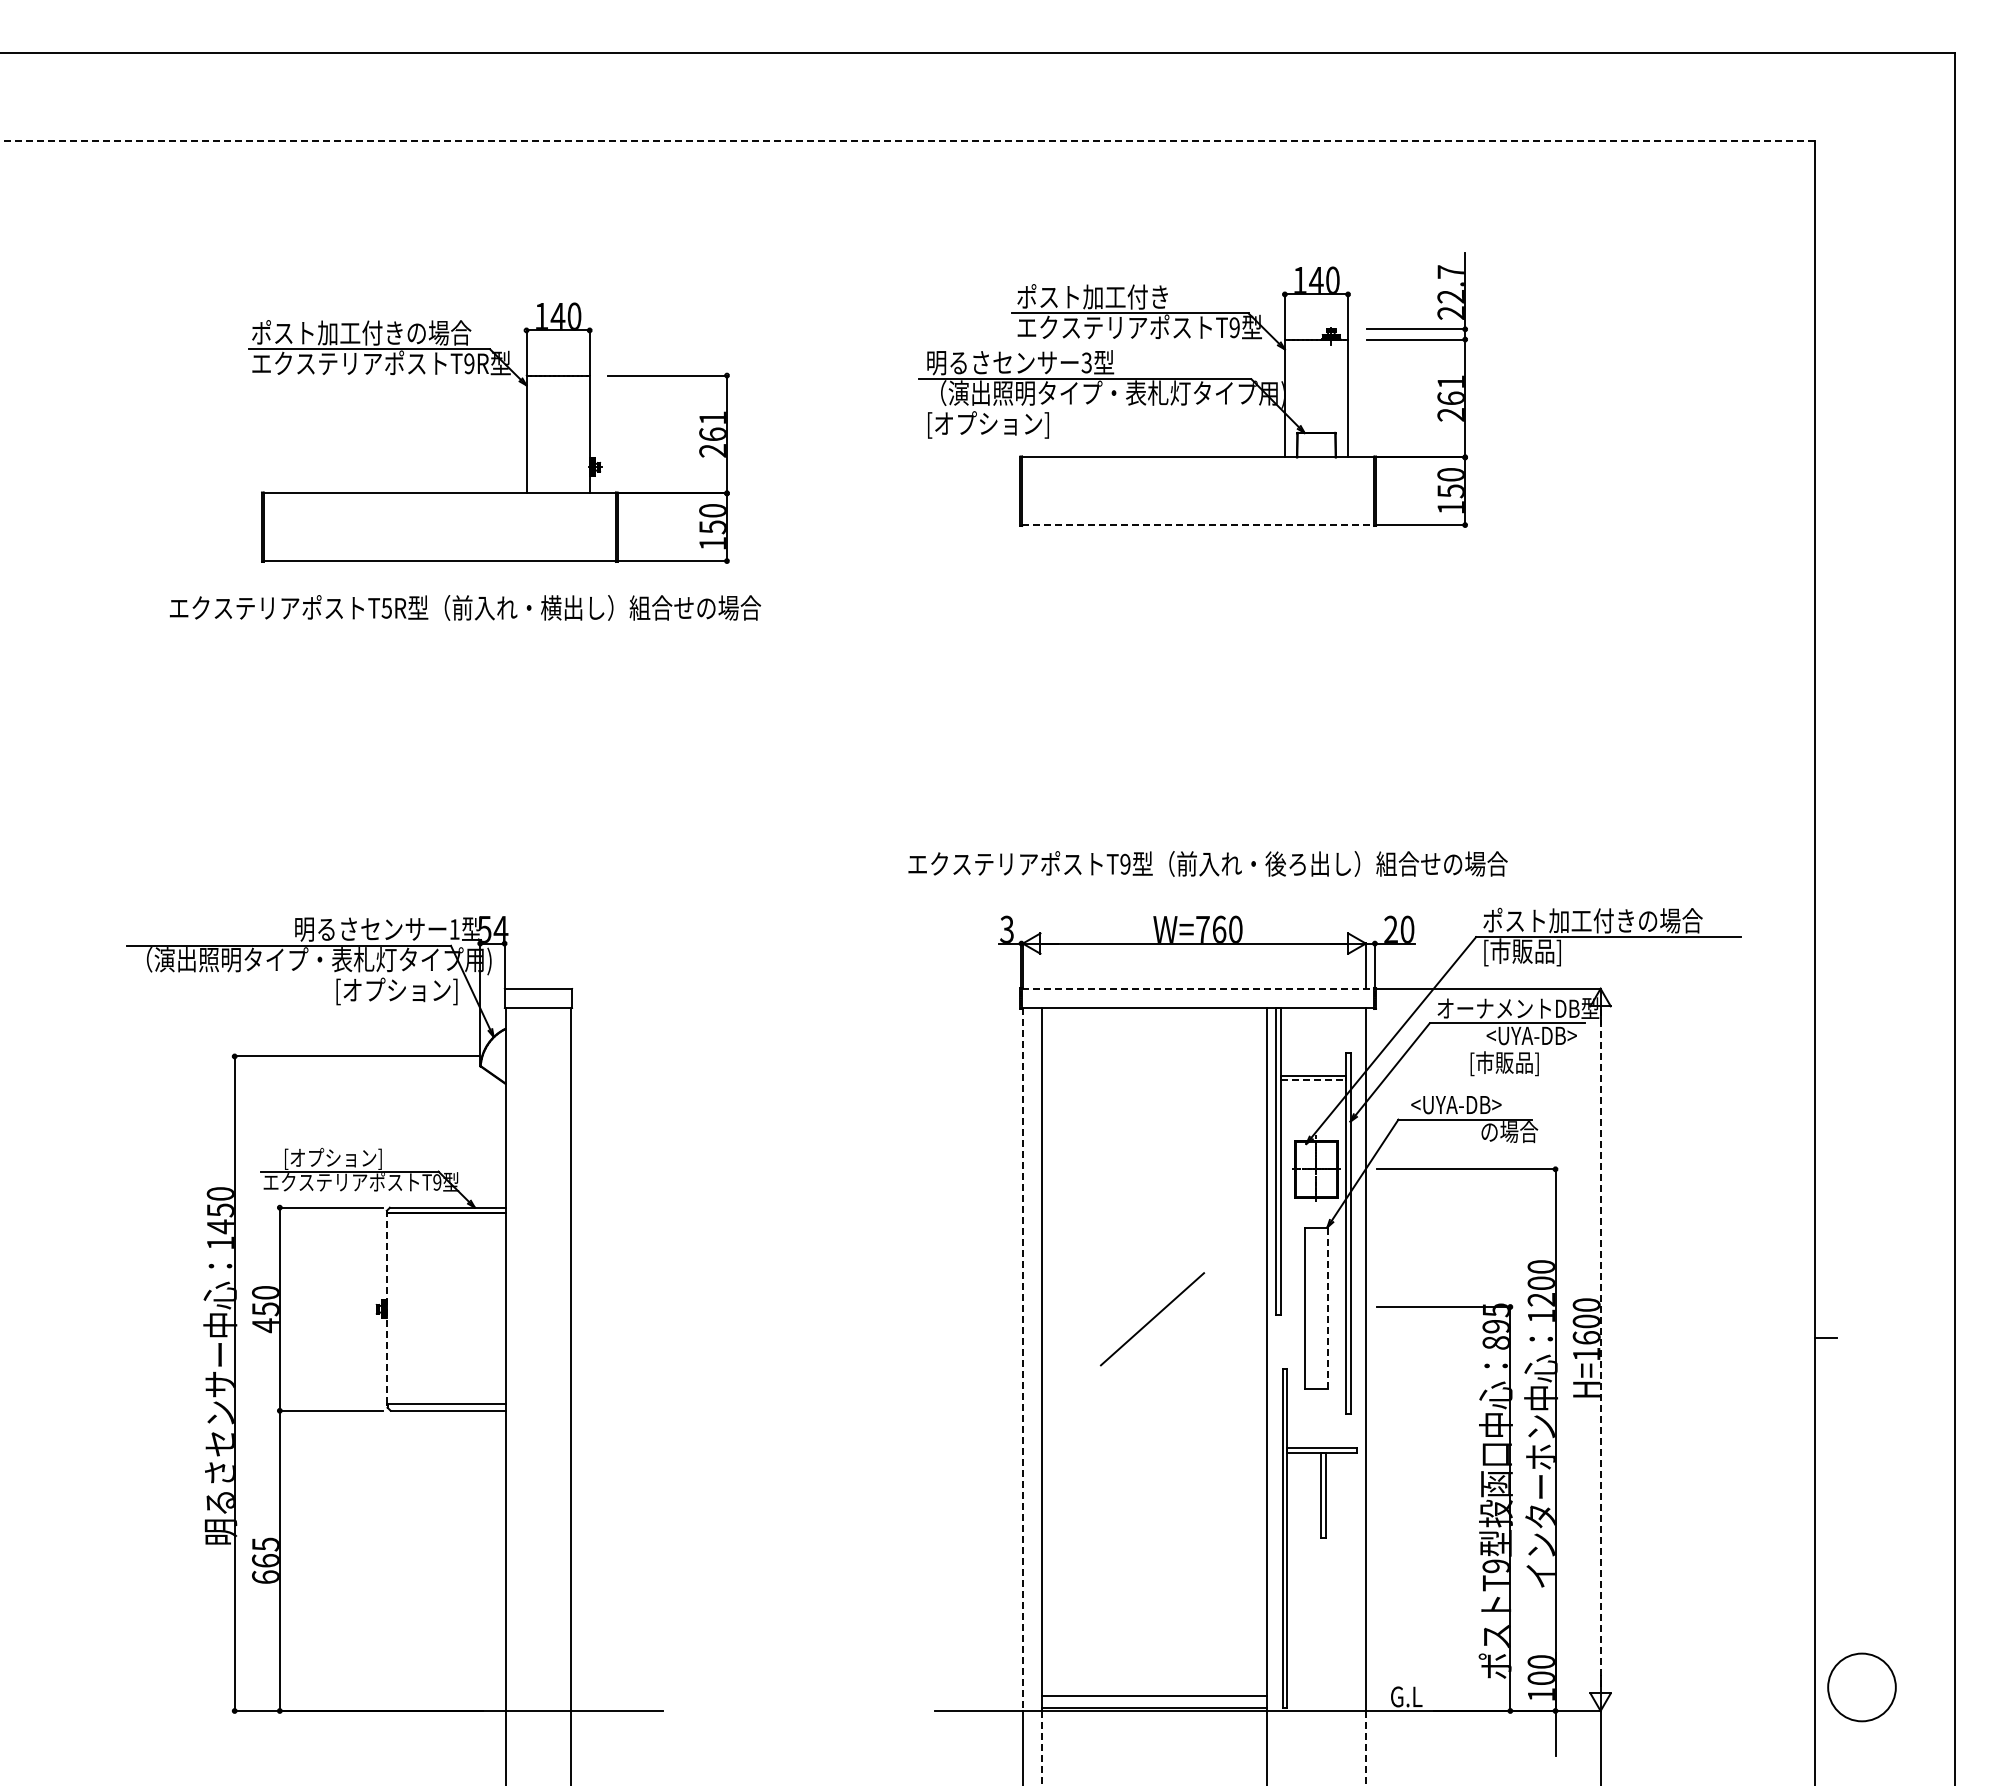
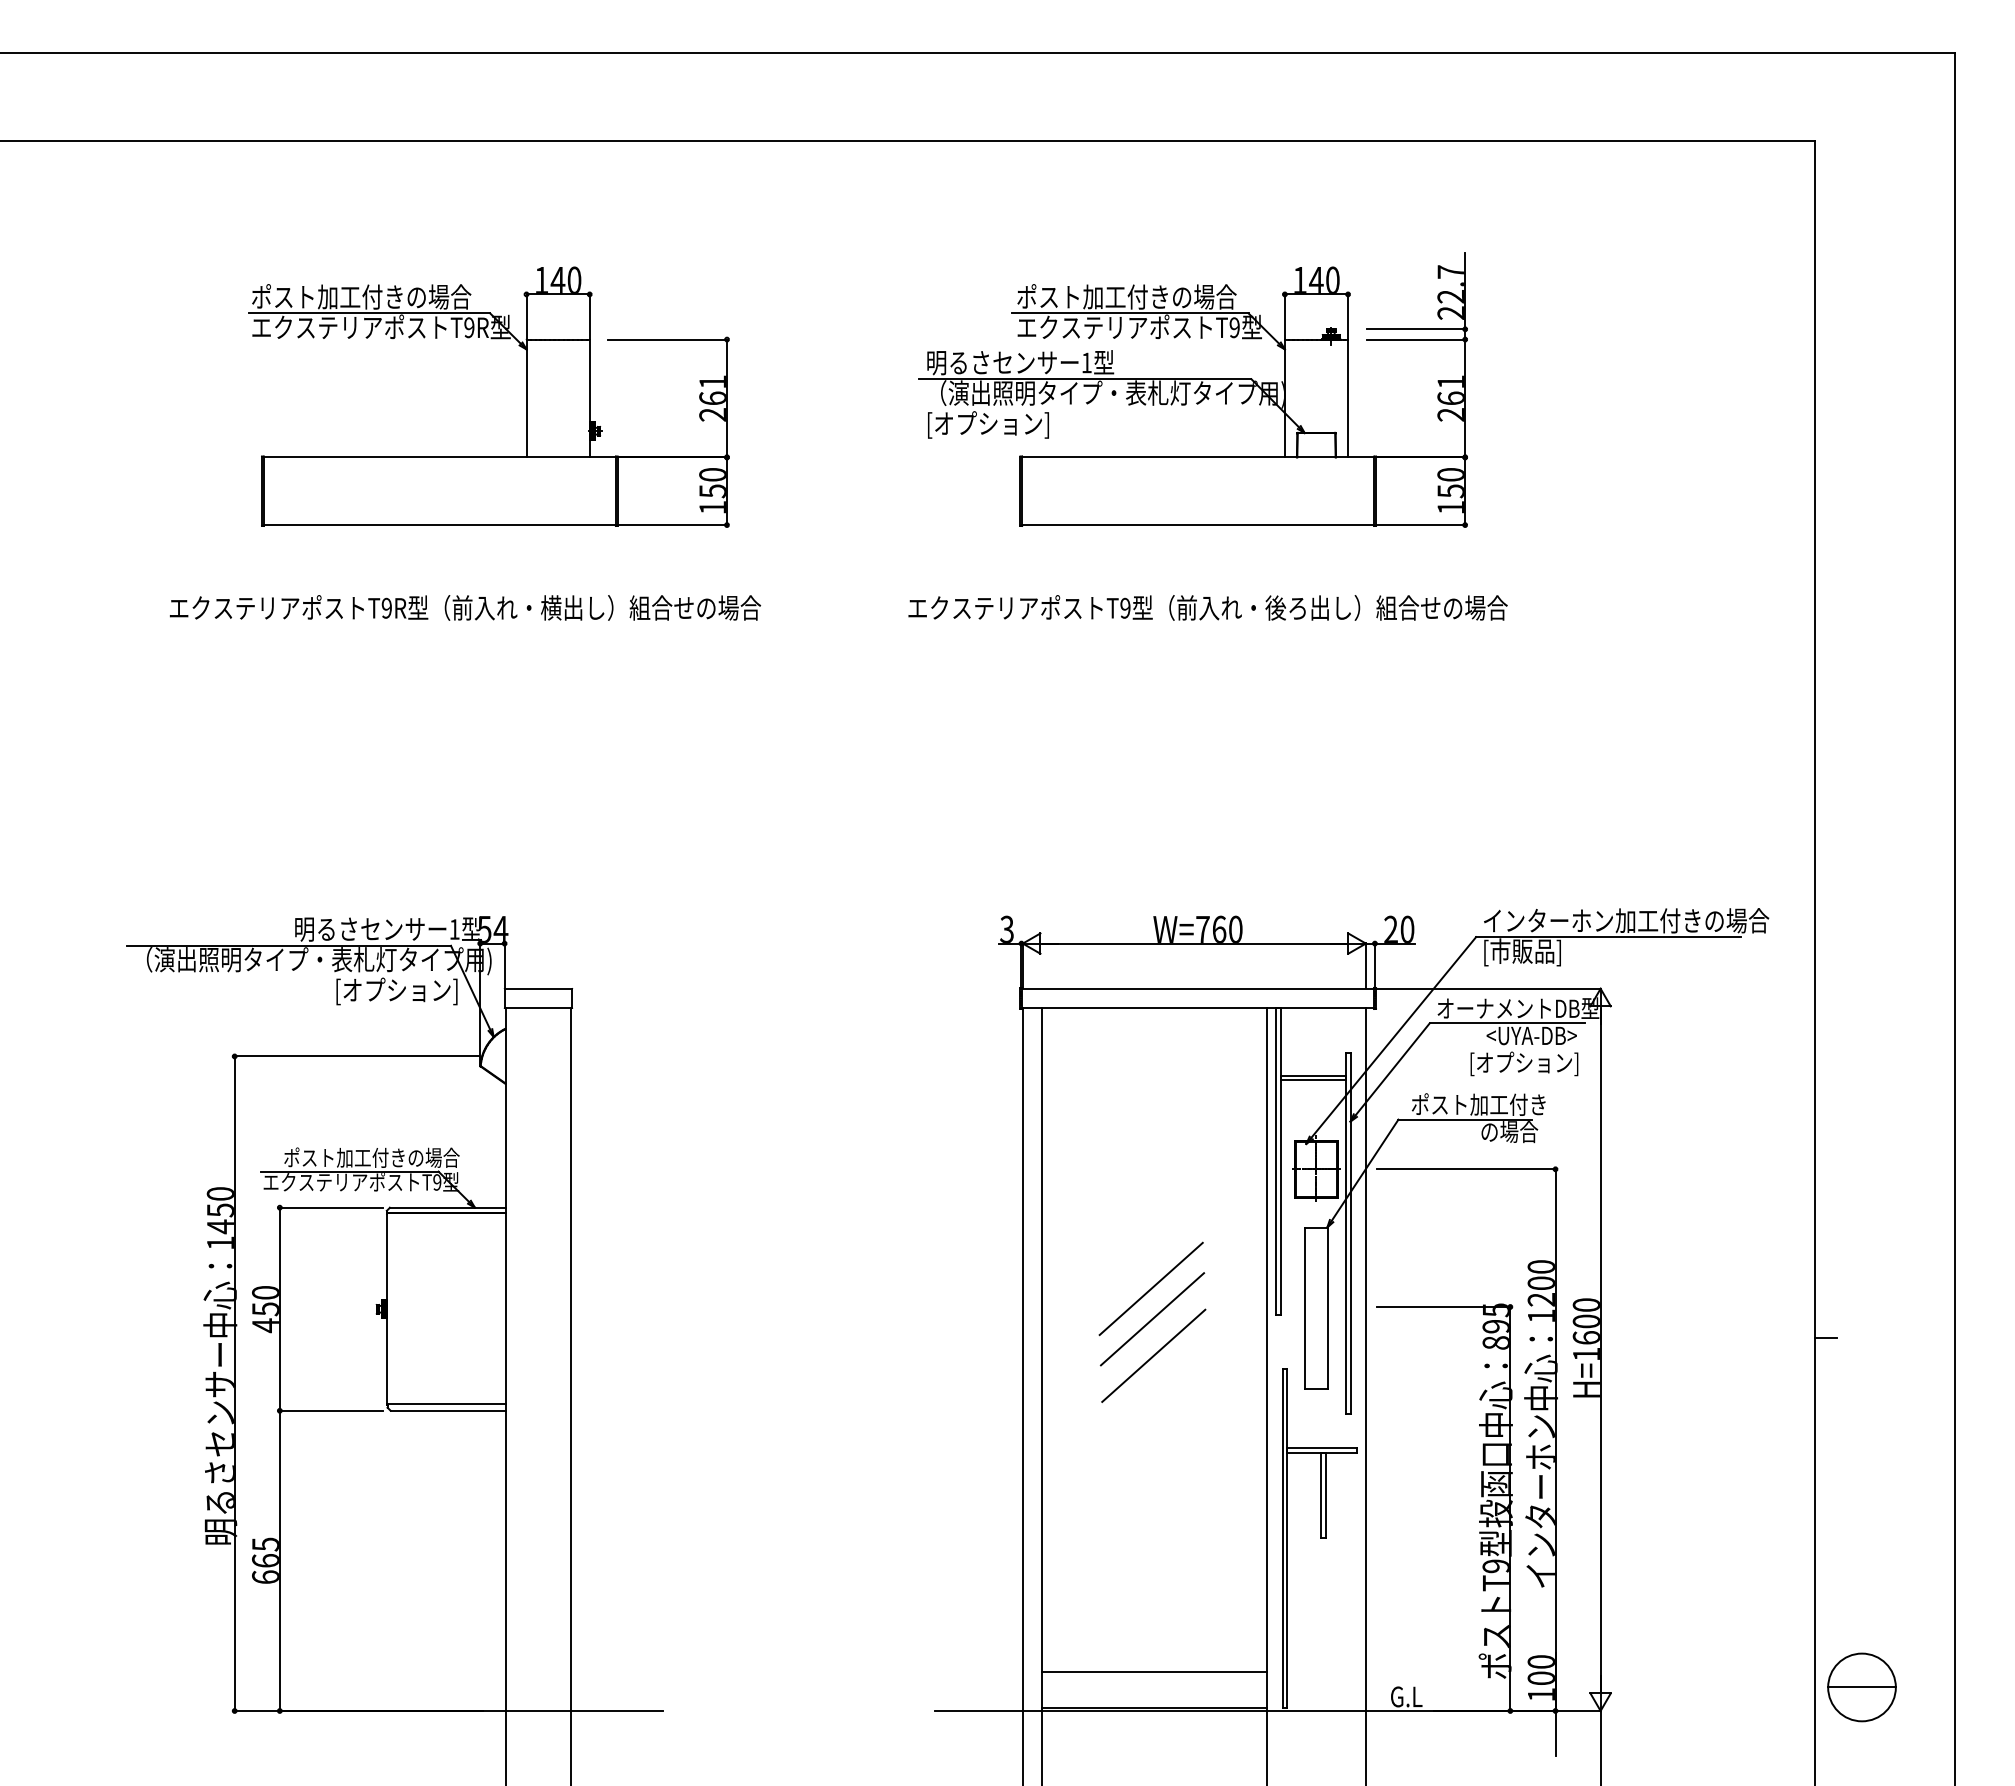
line at (907, 141): dashed -> solid
text at (1204, 296): ポスト加工付き -> ポスト加工付きの場合
text at (1086, 362): 3 -> 1
part at (526, 432) position: (526, 432) -> (526, 396)
line at (1198, 525): dashed -> solid
text at (386, 607): T5R -> T9R
text at (1207, 863) position: (1207, 863) -> (1207, 607)
text at (1626, 920): ポスト加工付きの場合 -> インターホン加工付きの場合
line at (1198, 988): dashed -> solid
text at (1527, 1063): [市販品] -> [オプション]
line at (1313, 1080): dashed -> solid
text at (1478, 1104): <UYA-DB> -> ポスト加工付き
text at (371, 1158): [オプション] -> ポスト加工付きの場合
line at (1150, 1288): none -> present
line at (387, 1308): dashed -> solid
line at (1327, 1308): dashed -> solid
line at (1600, 1349): dashed -> solid
line at (1153, 1355): none -> present
line at (1022, 1360): dashed -> solid
line at (1861, 1687): none -> present
line at (1154, 1695) position: (1154, 1695) -> (1154, 1671)
line at (1042, 1748): dashed -> solid
line at (1365, 1748): dashed -> solid
